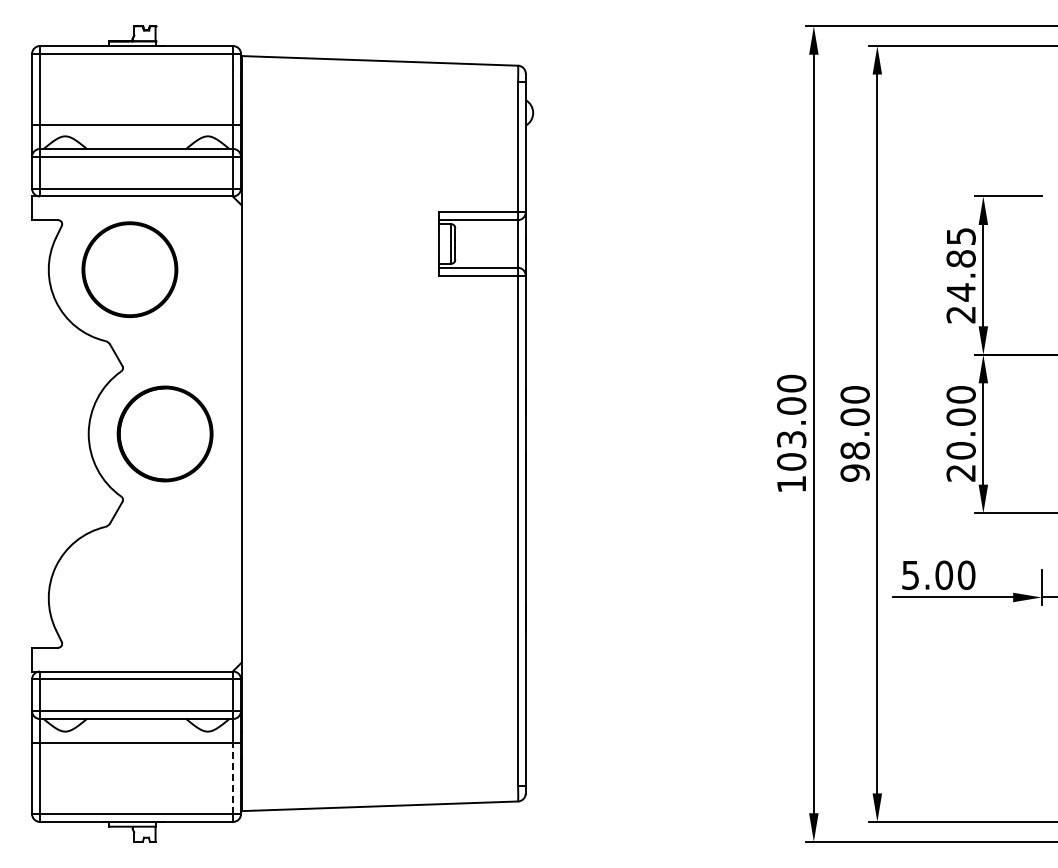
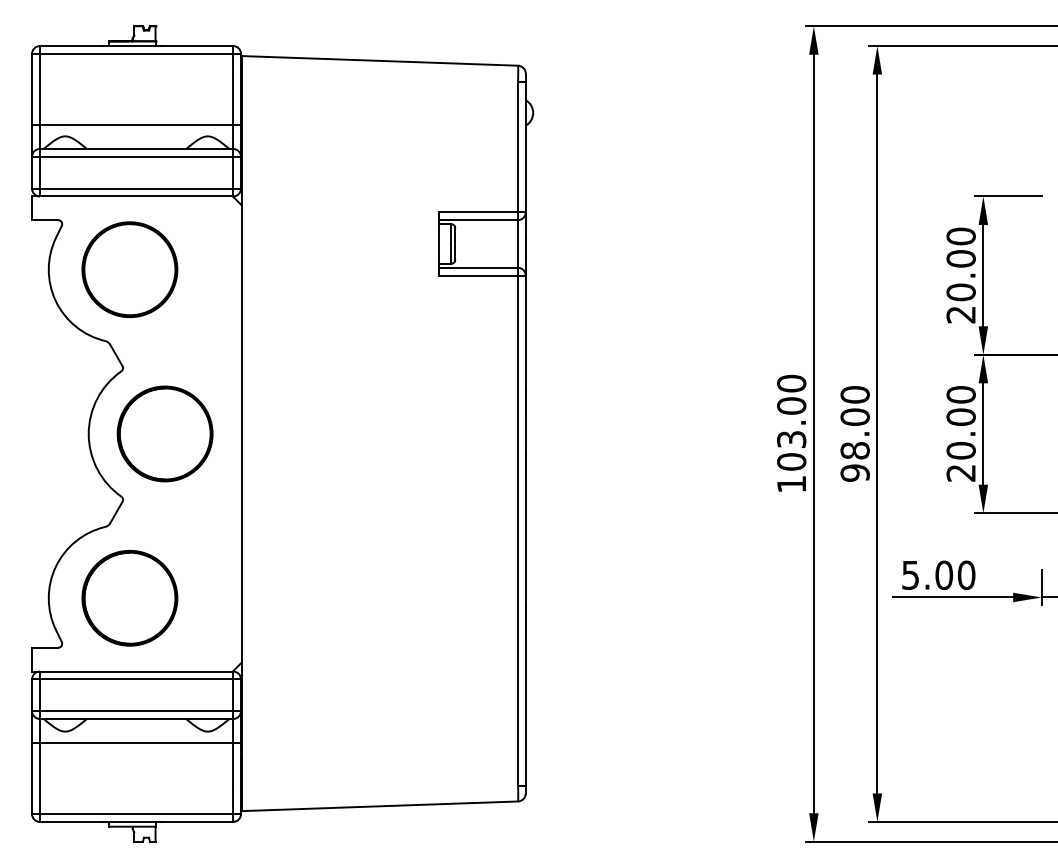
text at (960, 264): 24.85 -> 20.00
part at (129, 597): none -> present
line at (233, 778): dashed -> solid
